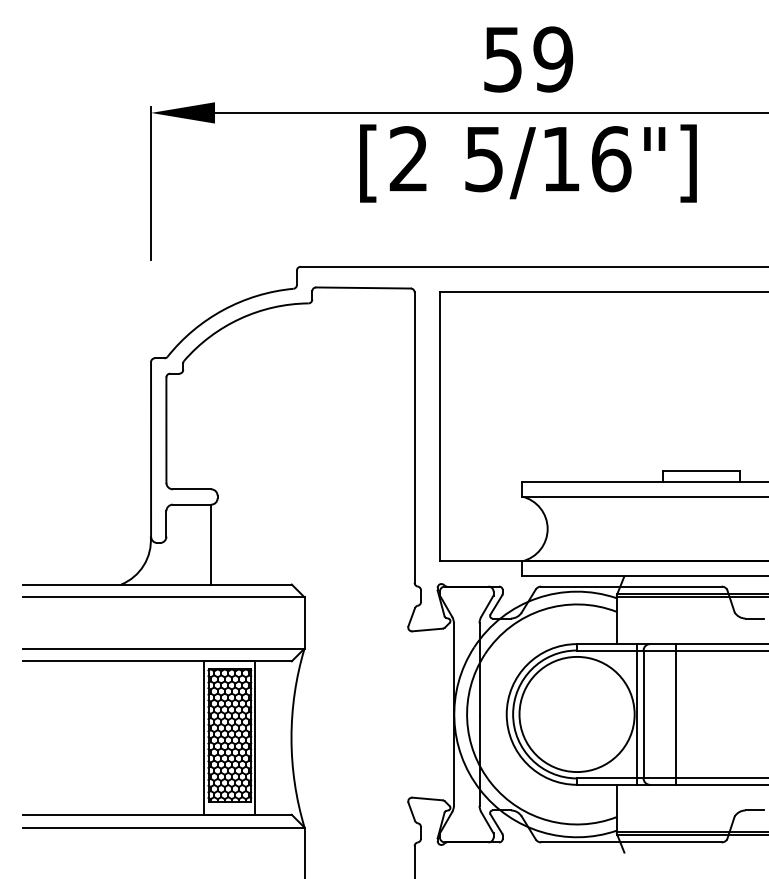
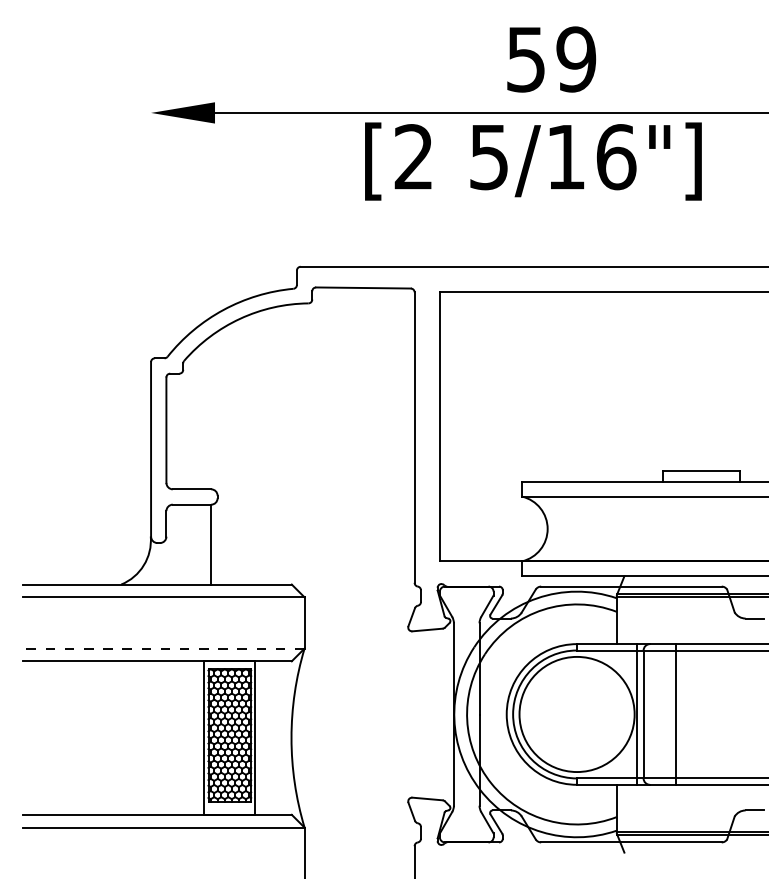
text at (528, 59) position: (528, 59) -> (551, 59)
text at (528, 163) position: (528, 163) -> (533, 161)
line at (151, 183): present -> none
line at (163, 648): solid -> dashed
